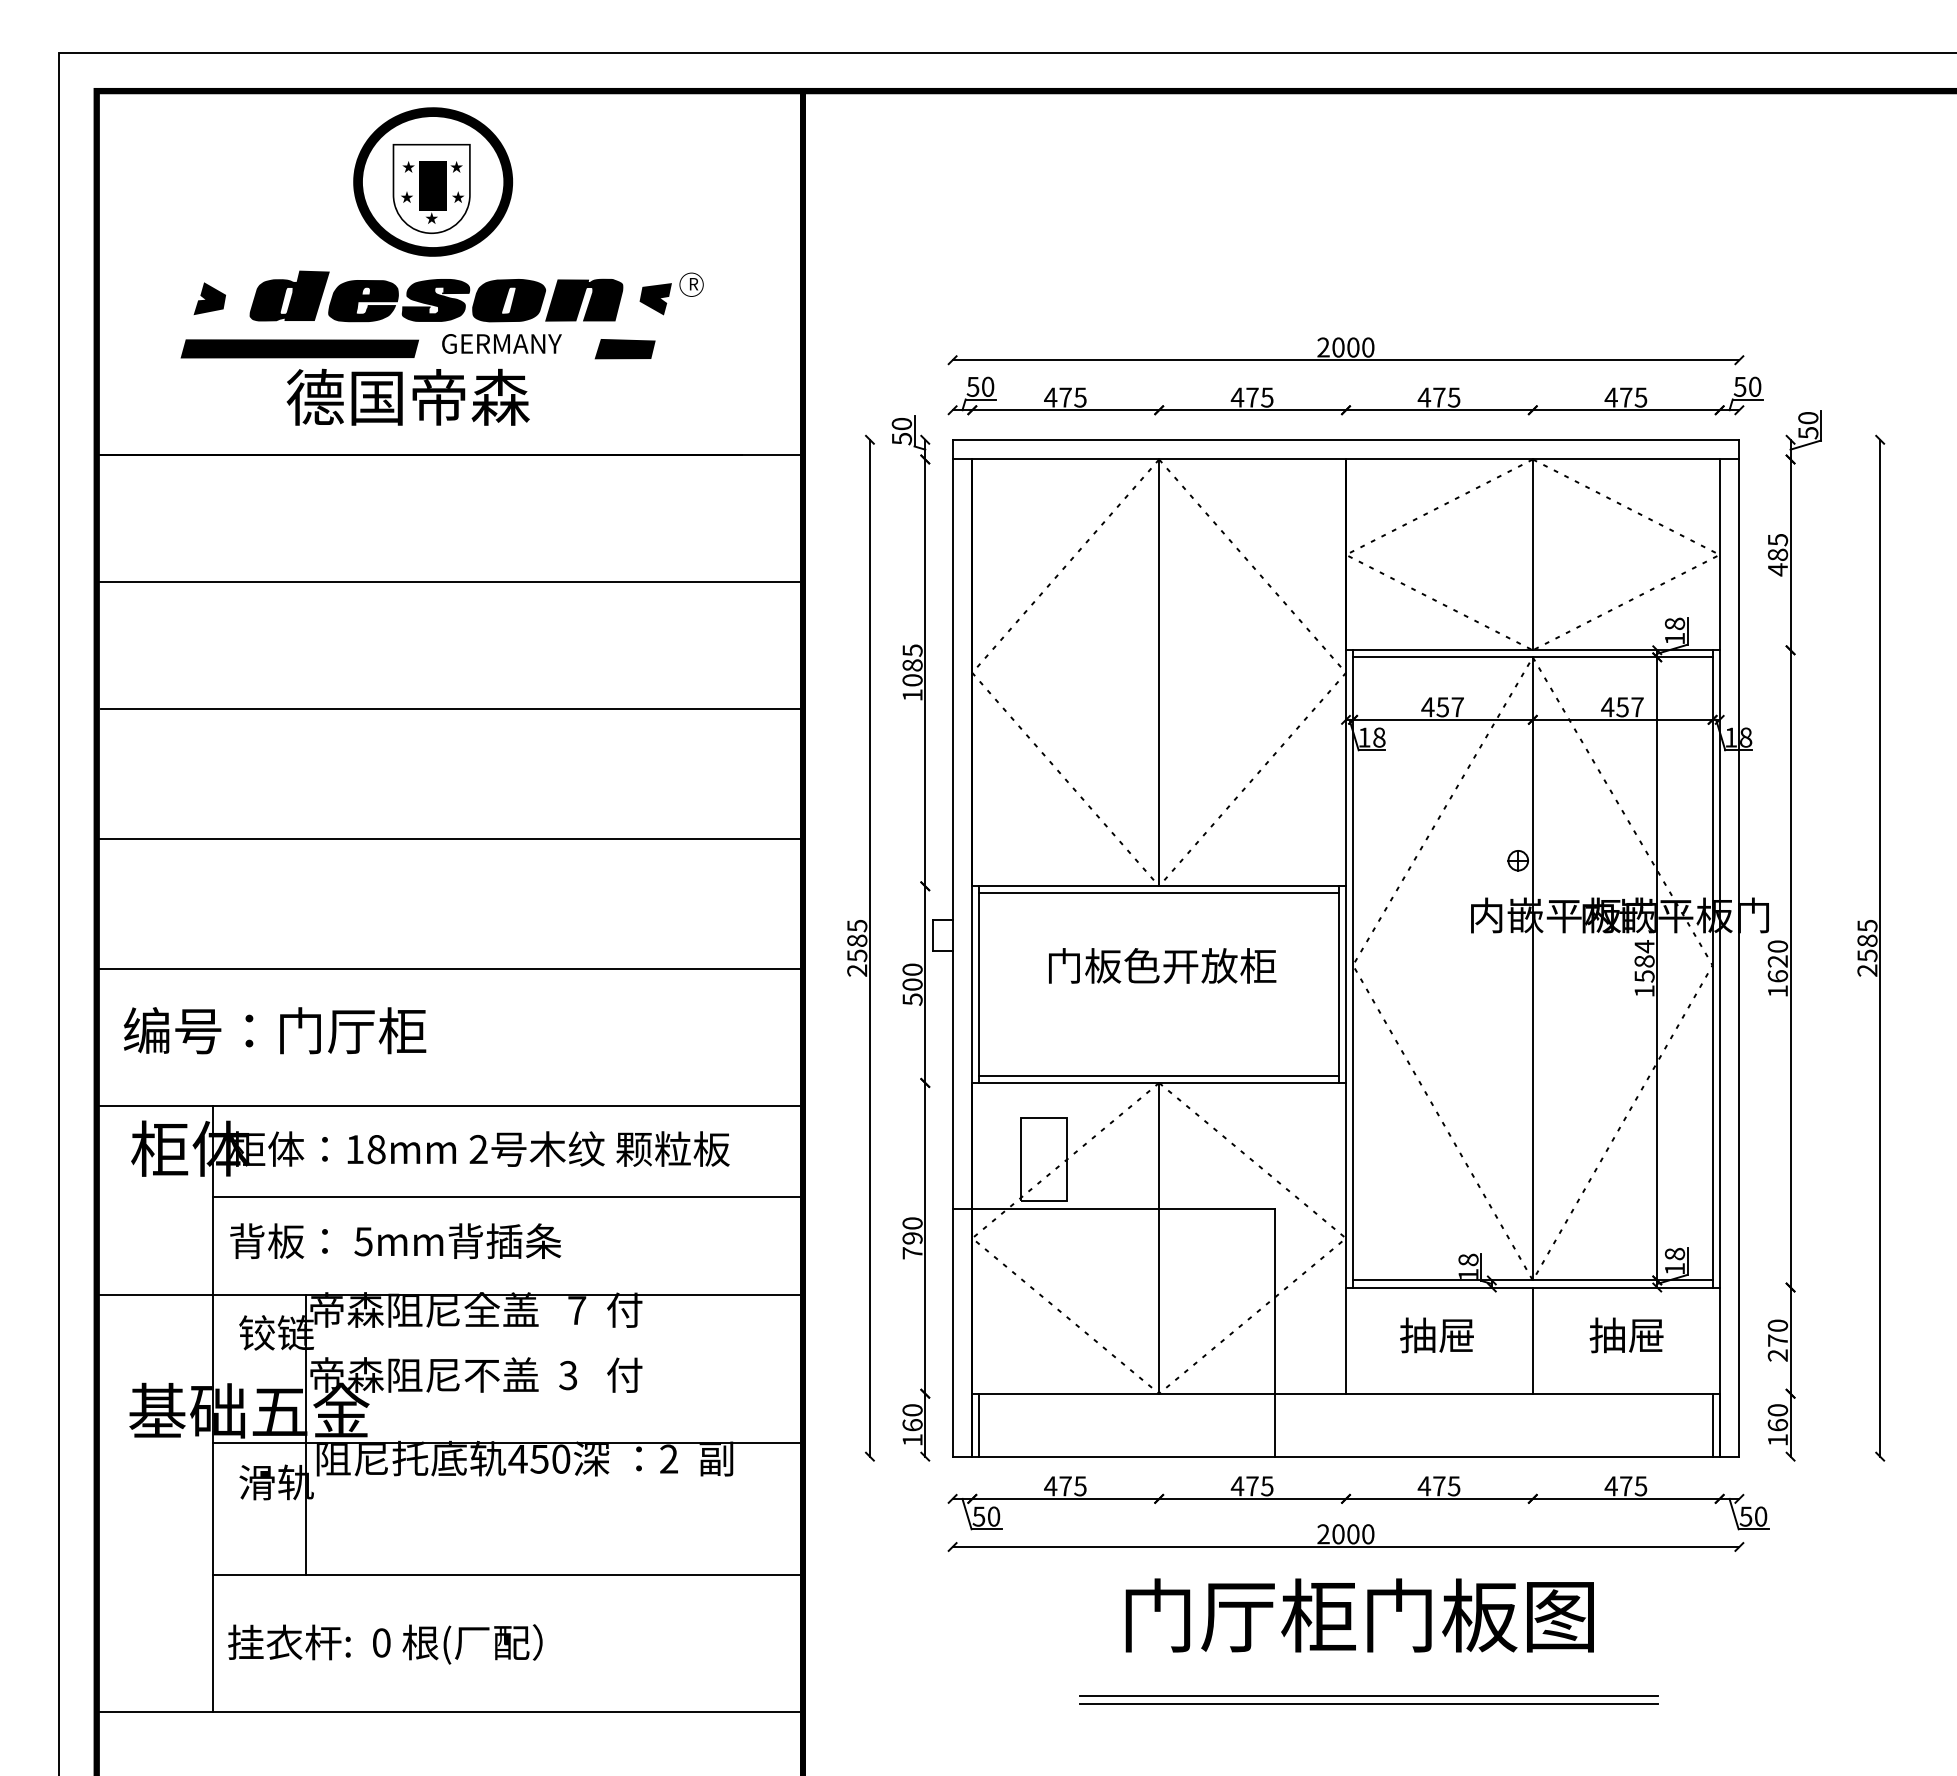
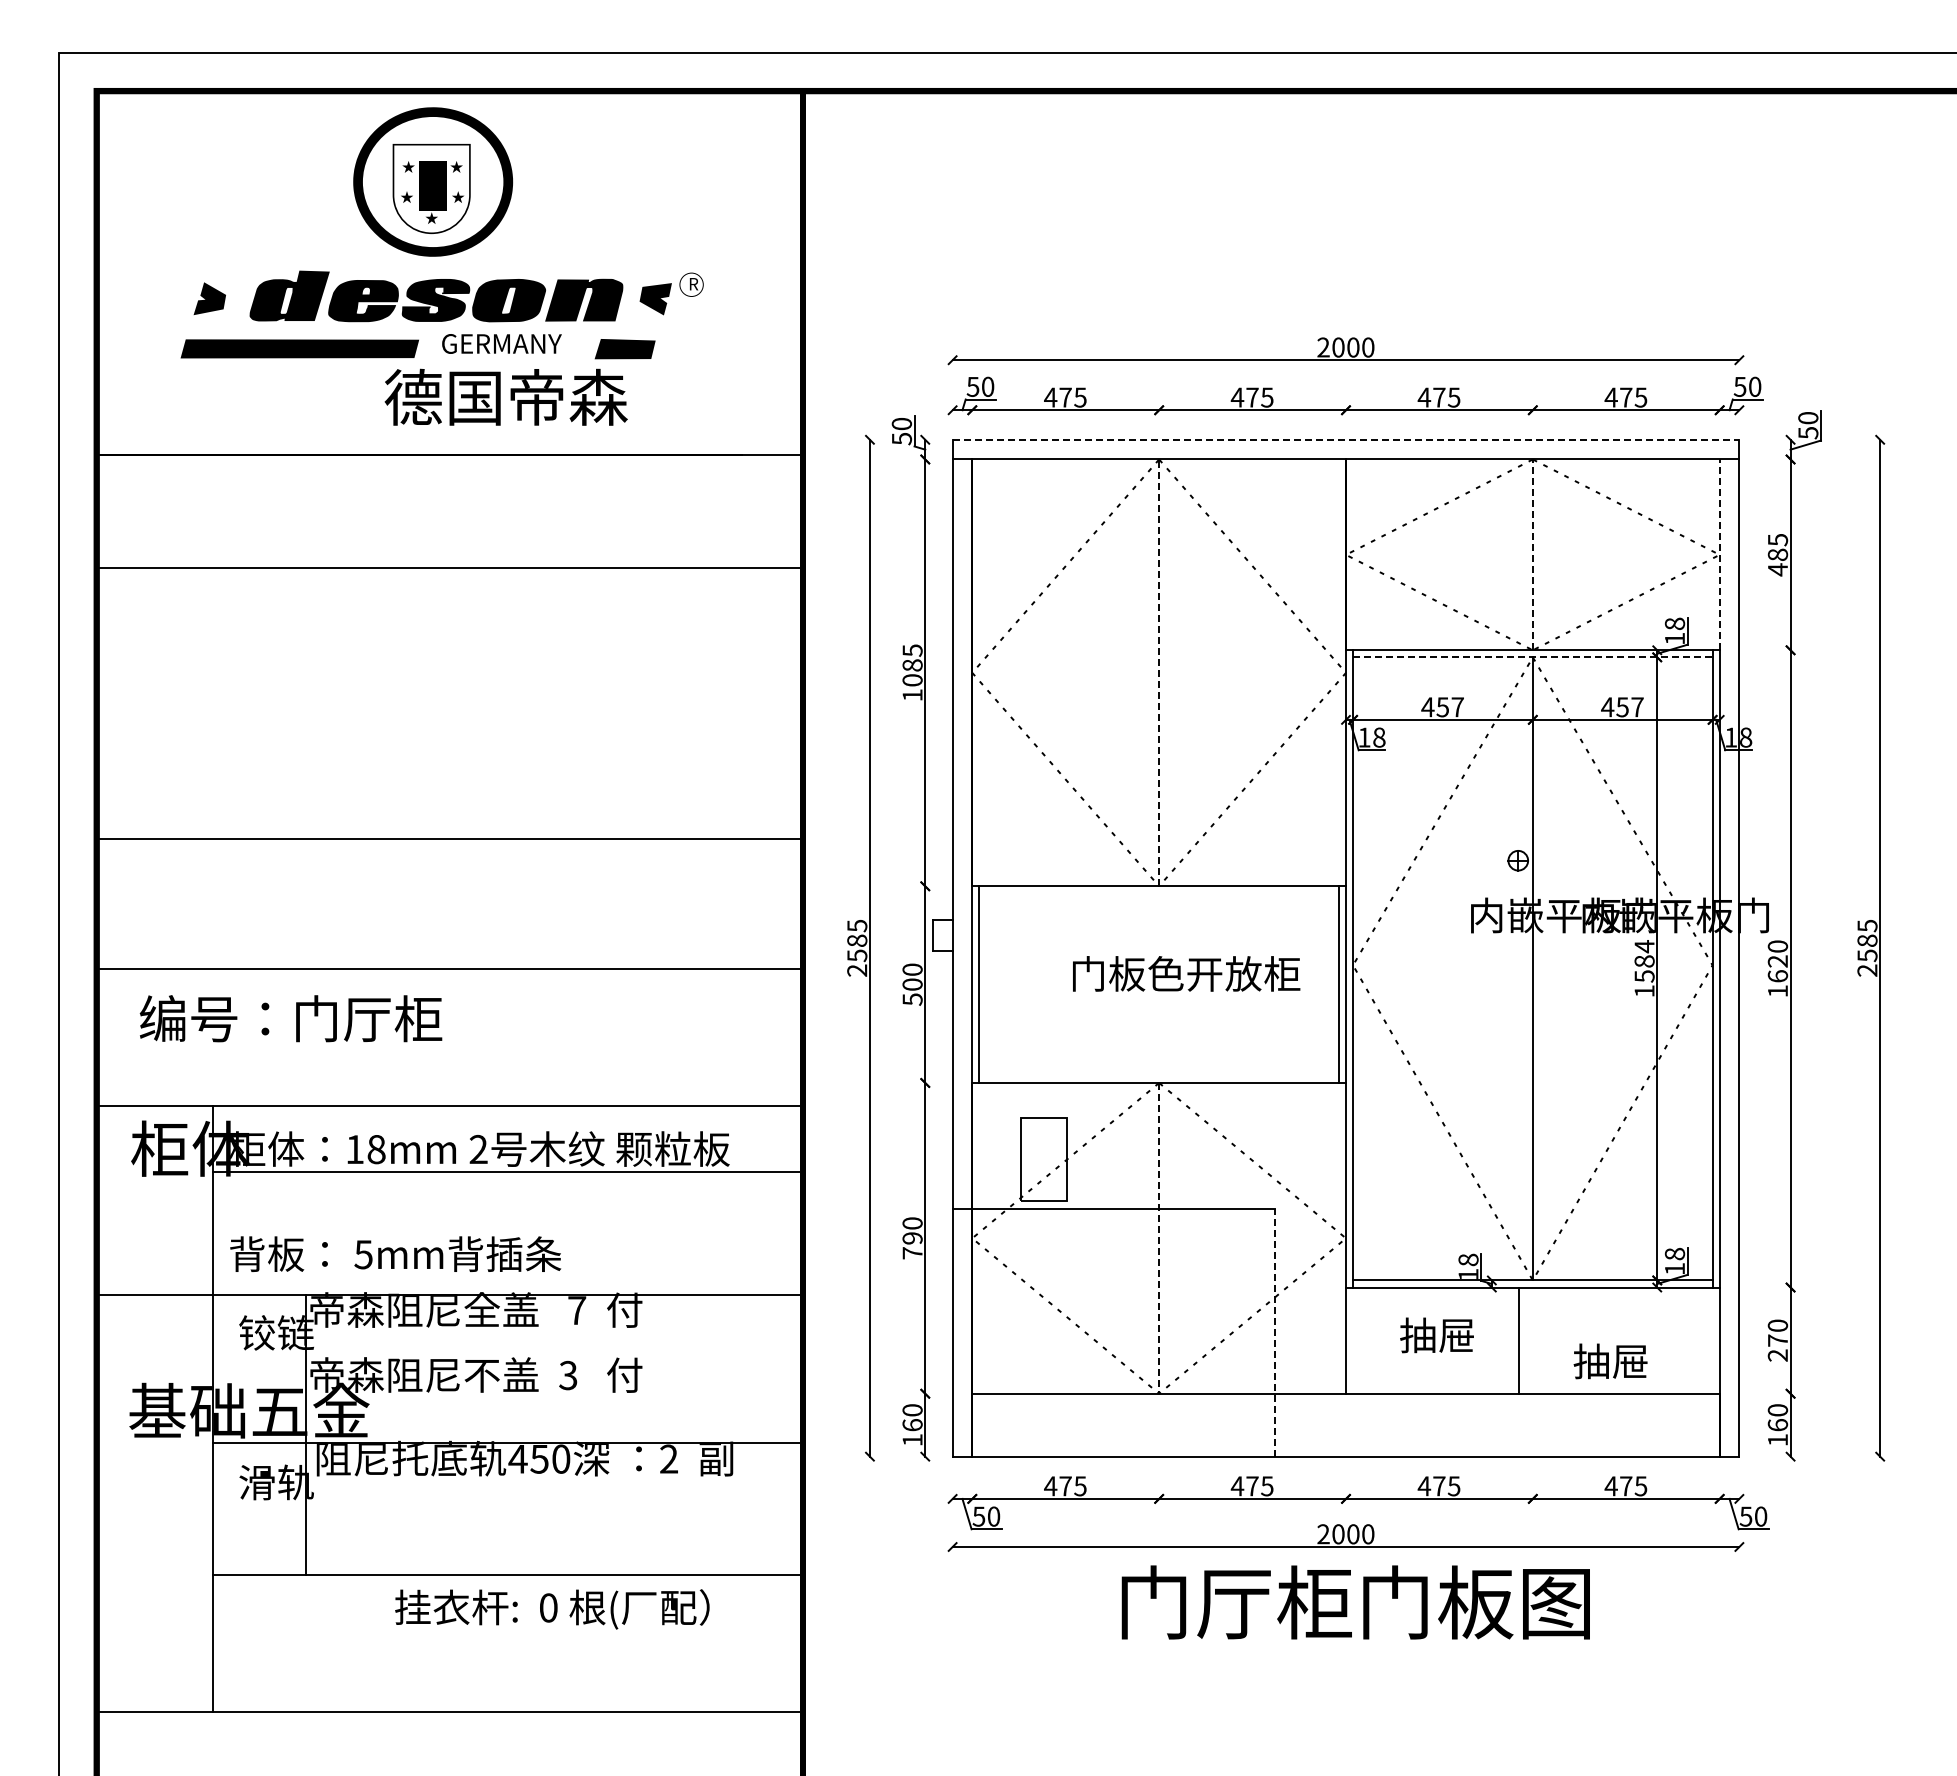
text at (407, 396) position: (407, 396) -> (505, 396)
line at (1346, 439): solid -> dashed
line at (1532, 554): solid -> dashed
line at (1719, 554): solid -> dashed
line at (449, 582) position: (449, 582) -> (449, 568)
line at (1532, 657): solid -> dashed
line at (1159, 672): solid -> dashed
line at (451, 709): present -> none
line at (1158, 893): present -> none
text at (1162, 965) position: (1162, 965) -> (1186, 973)
text at (274, 1030) position: (274, 1030) -> (290, 1018)
line at (1158, 1075): present -> none
line at (507, 1197) position: (507, 1197) -> (507, 1172)
line at (1159, 1238): solid -> dashed
text at (395, 1240) position: (395, 1240) -> (395, 1253)
line at (1275, 1332): solid -> dashed
text at (1626, 1335) position: (1626, 1335) -> (1610, 1361)
line at (1532, 1340) position: (1532, 1340) -> (1518, 1340)
line at (979, 1424): present -> none
line at (1712, 1424): present -> none
text at (1359, 1615) position: (1359, 1615) -> (1355, 1602)
text at (385, 1644) position: (385, 1644) -> (552, 1609)
line at (1368, 1696): present -> none
line at (1368, 1704): present -> none
